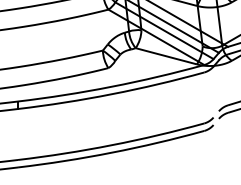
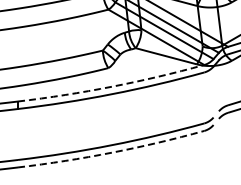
arc at (111, 86): solid -> dashed
arc at (111, 152): solid -> dashed
